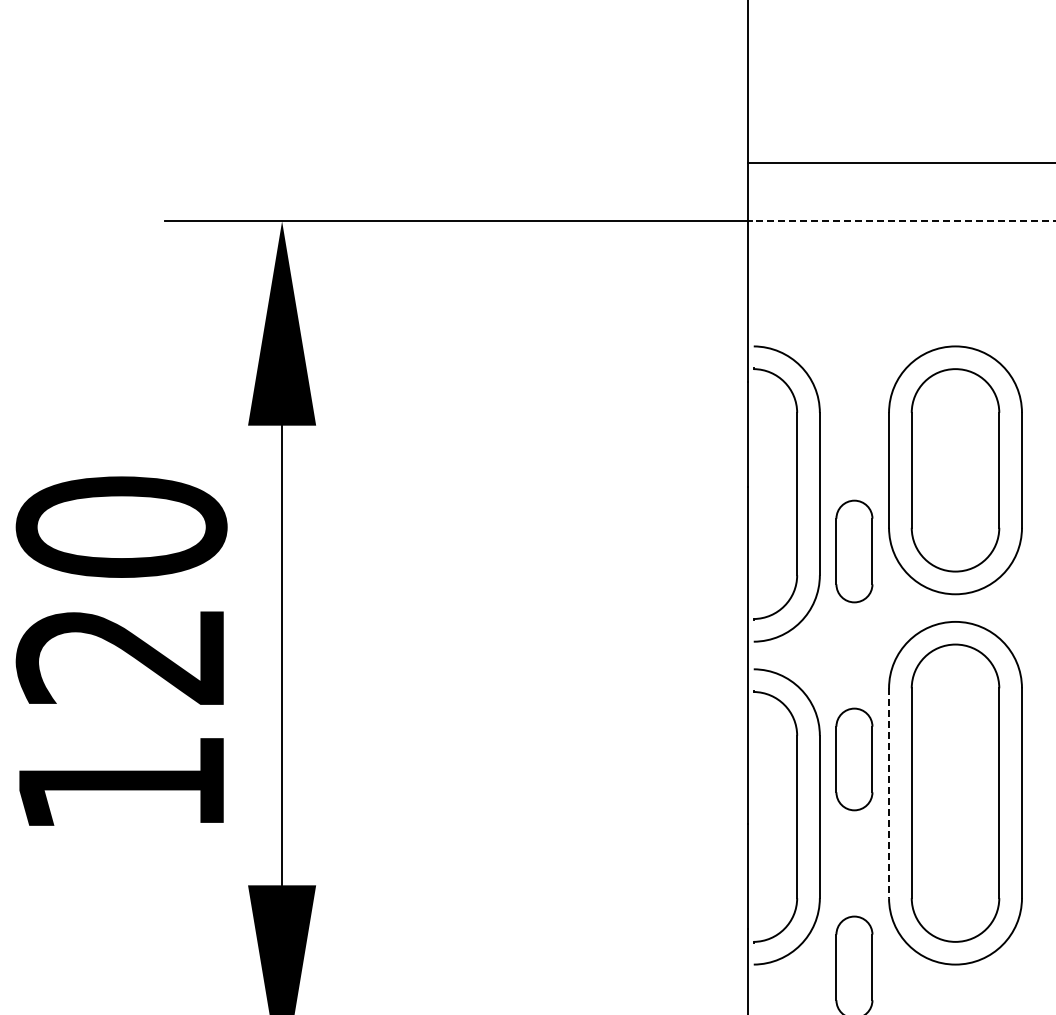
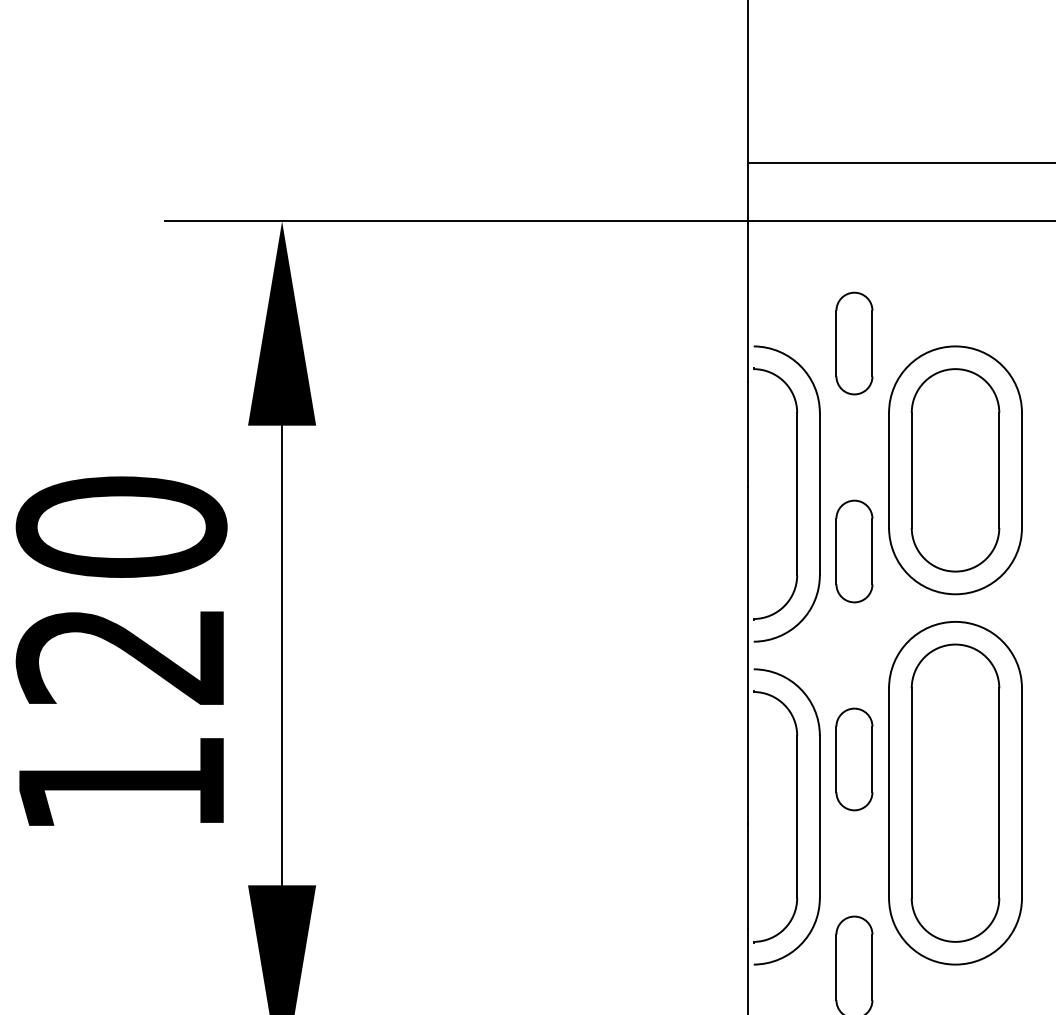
line at (903, 221): dashed -> solid
part at (854, 343): none -> present
line at (889, 793): dashed -> solid
